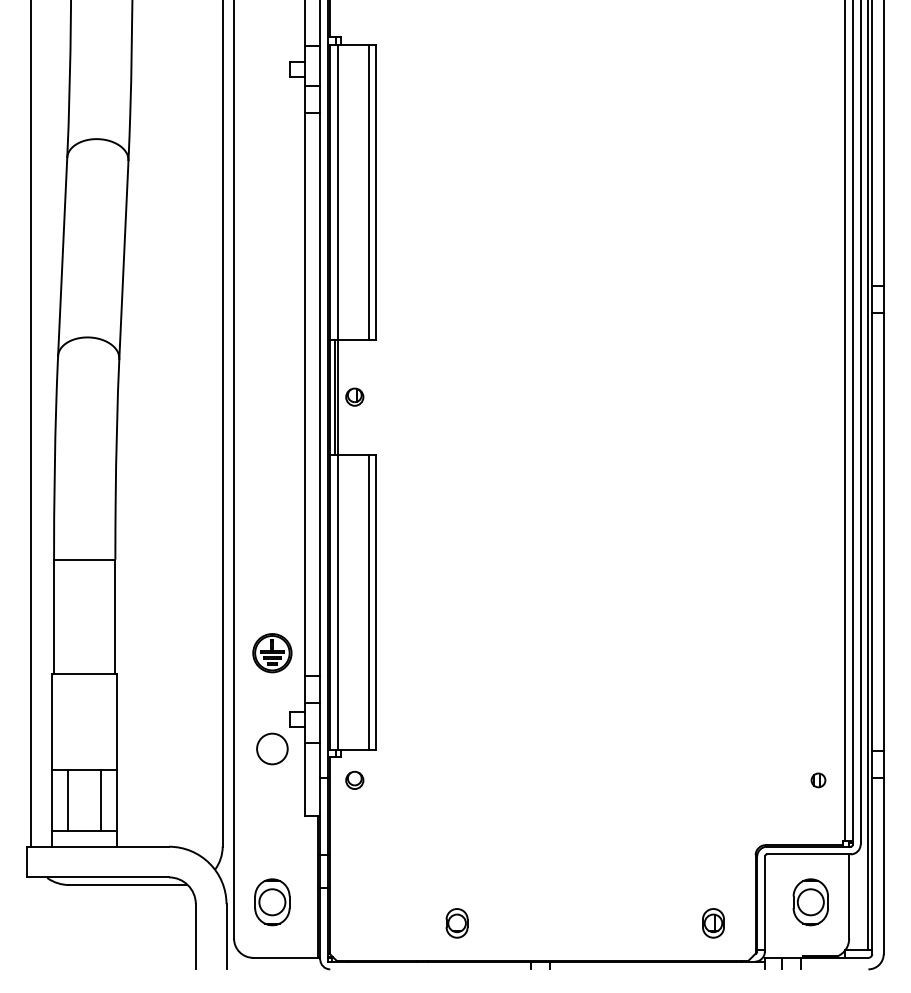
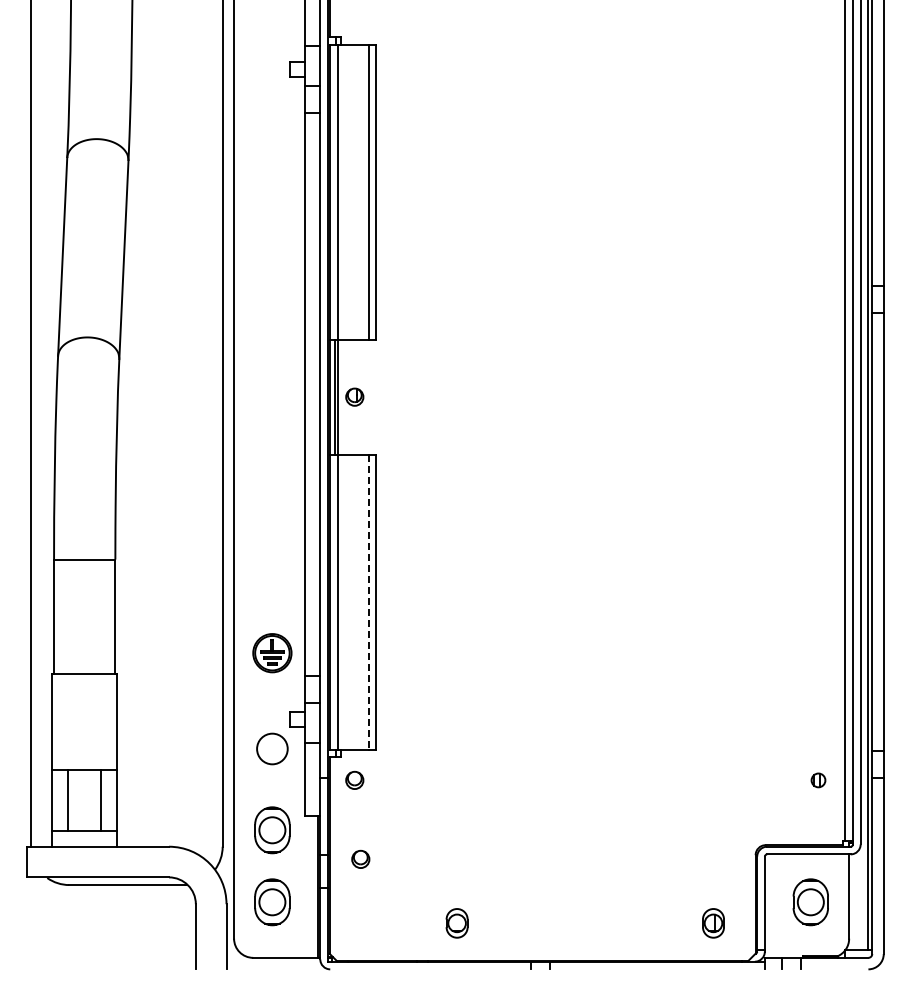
line at (369, 602): solid -> dashed
part at (272, 830): none -> present
part at (360, 858): none -> present
